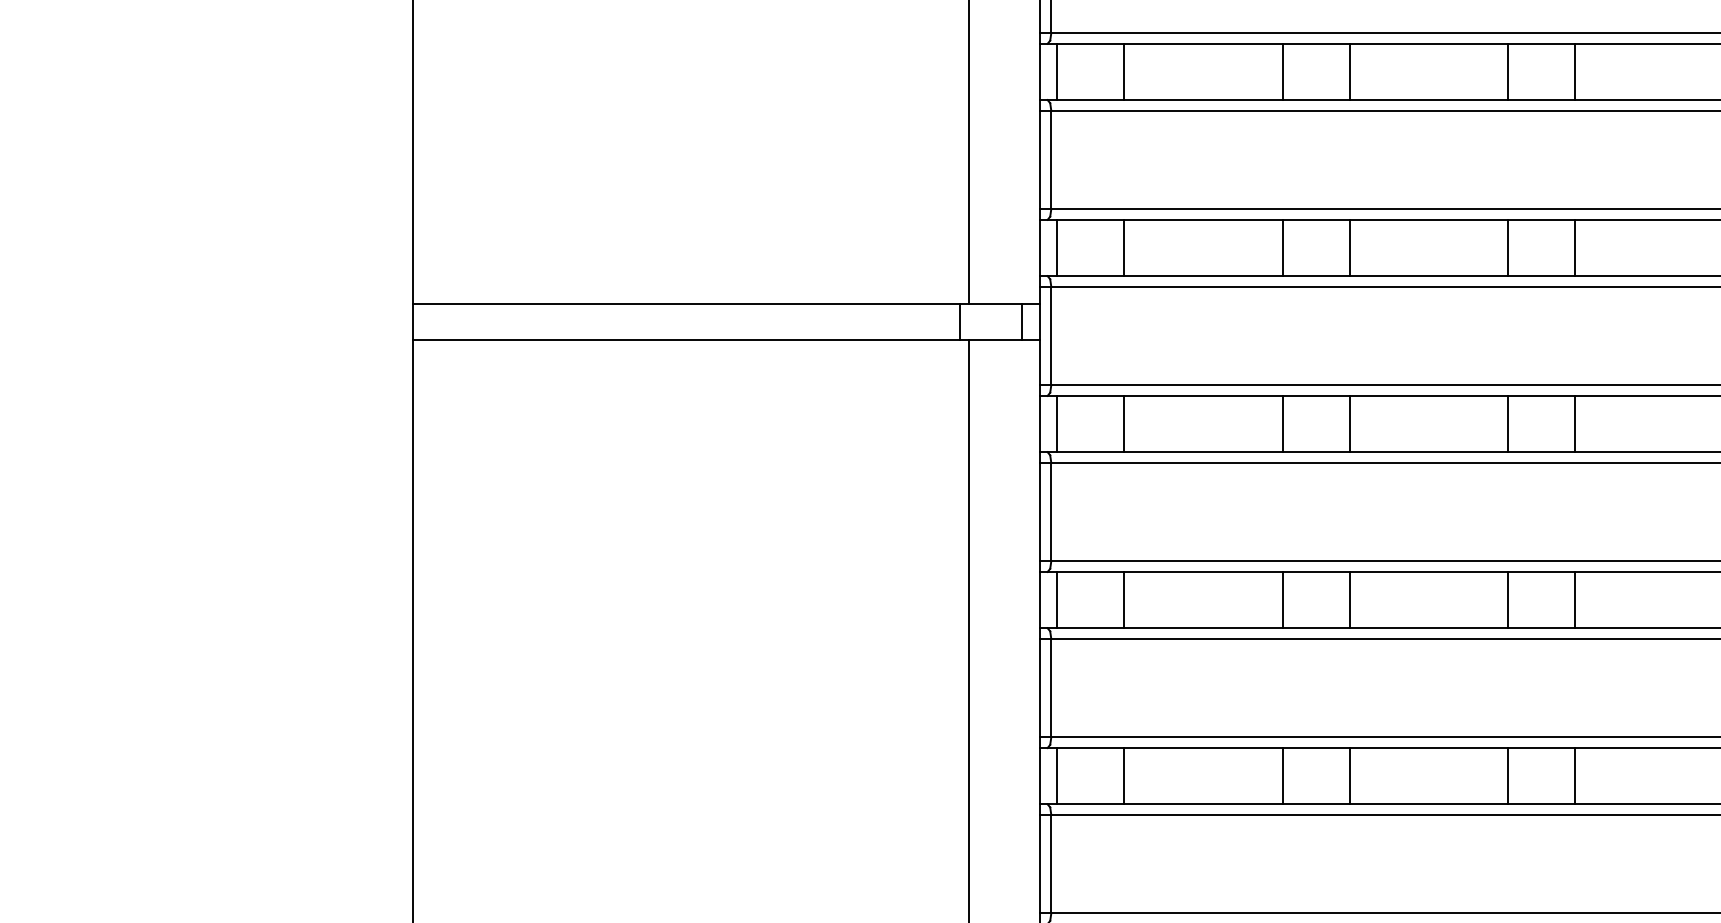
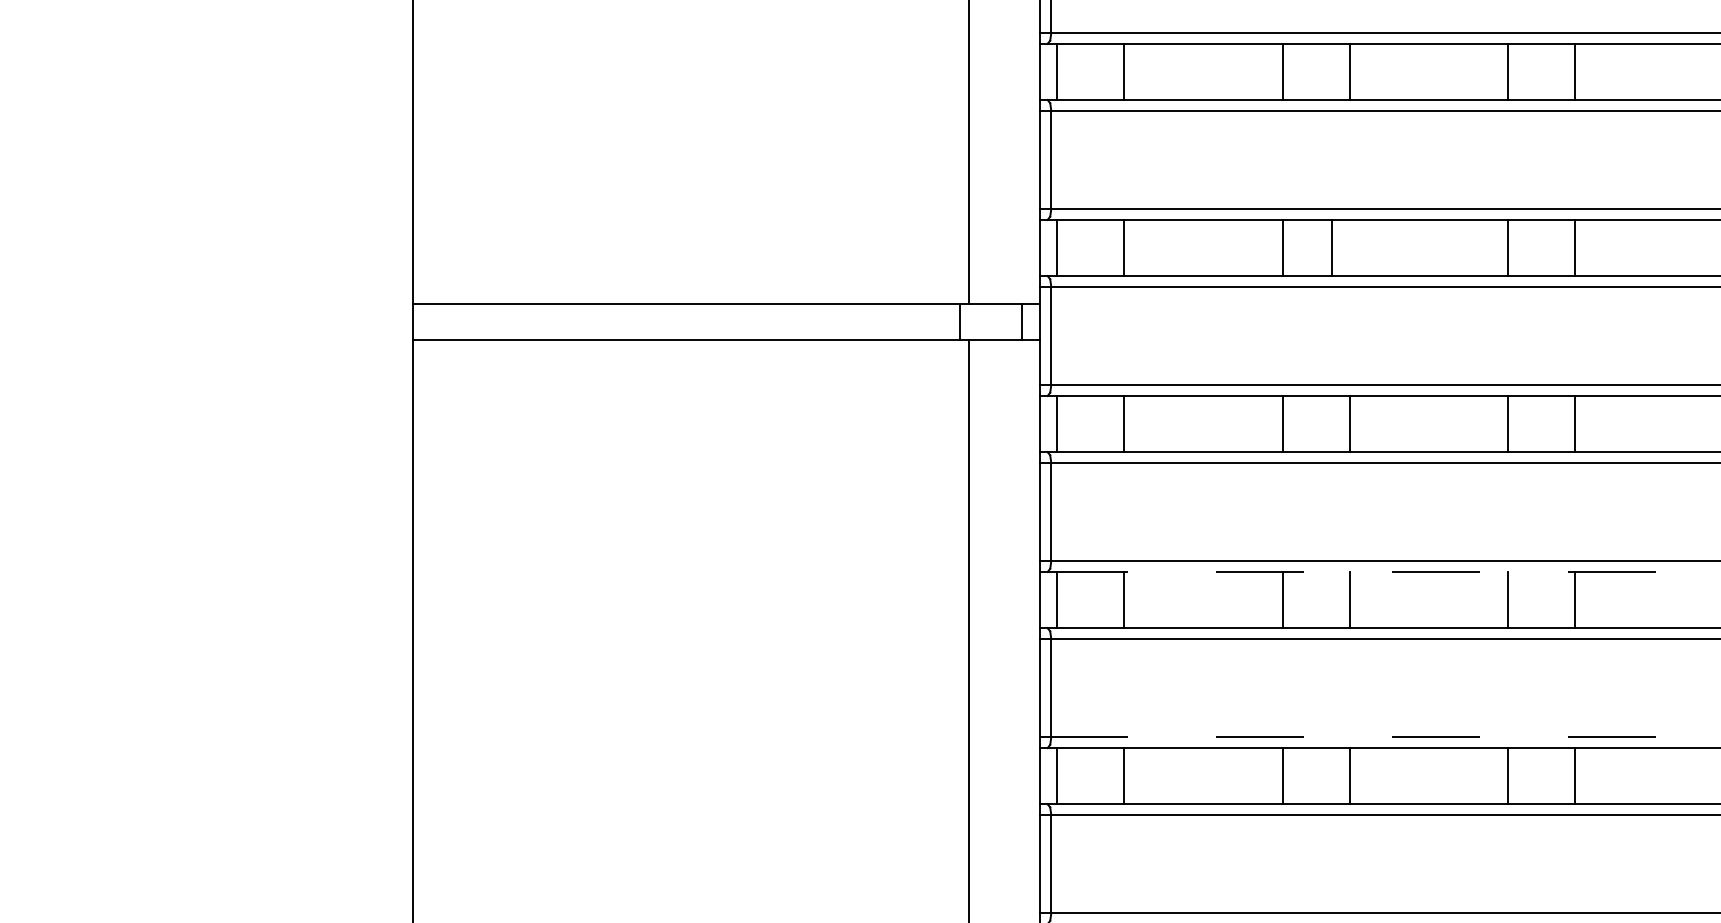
line at (1349, 247) position: (1349, 247) -> (1331, 247)
line at (1380, 571): solid -> dashed
line at (1380, 737): solid -> dashed
